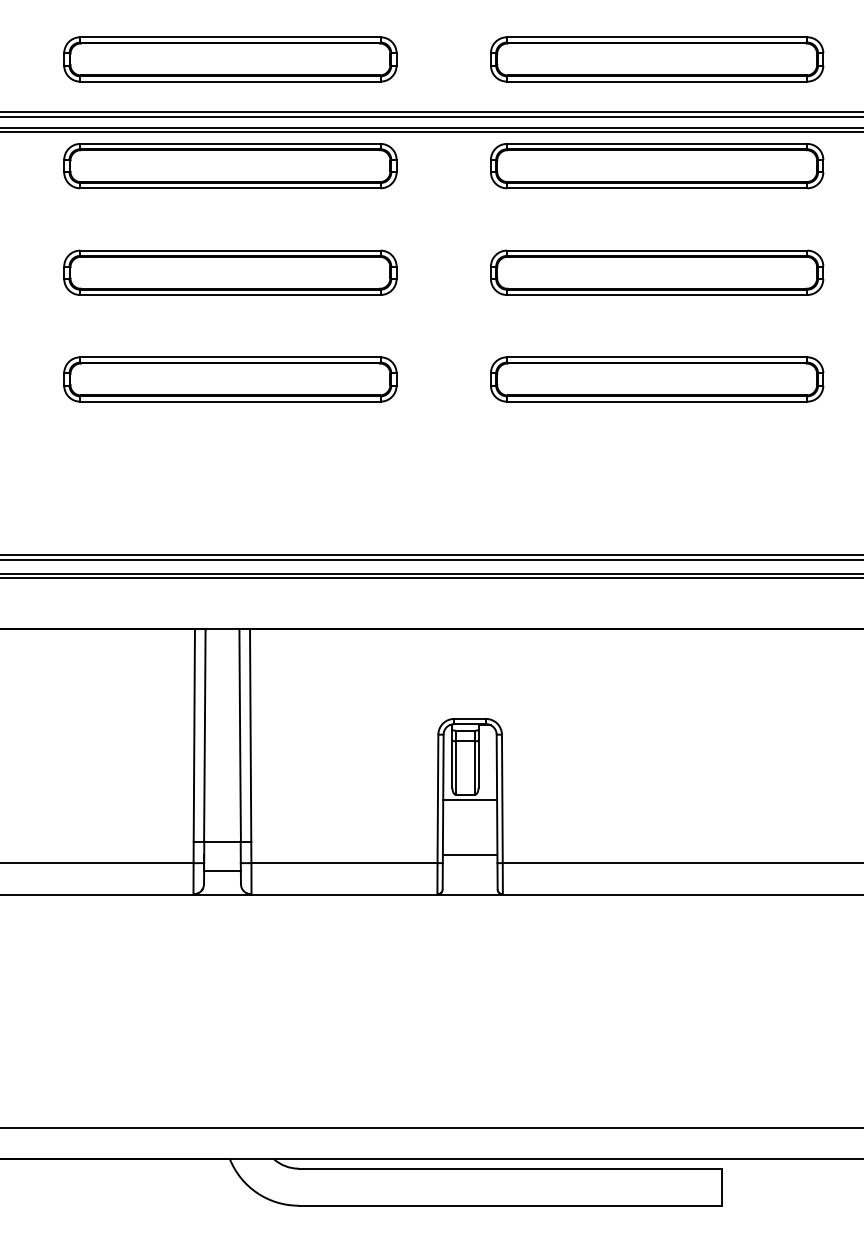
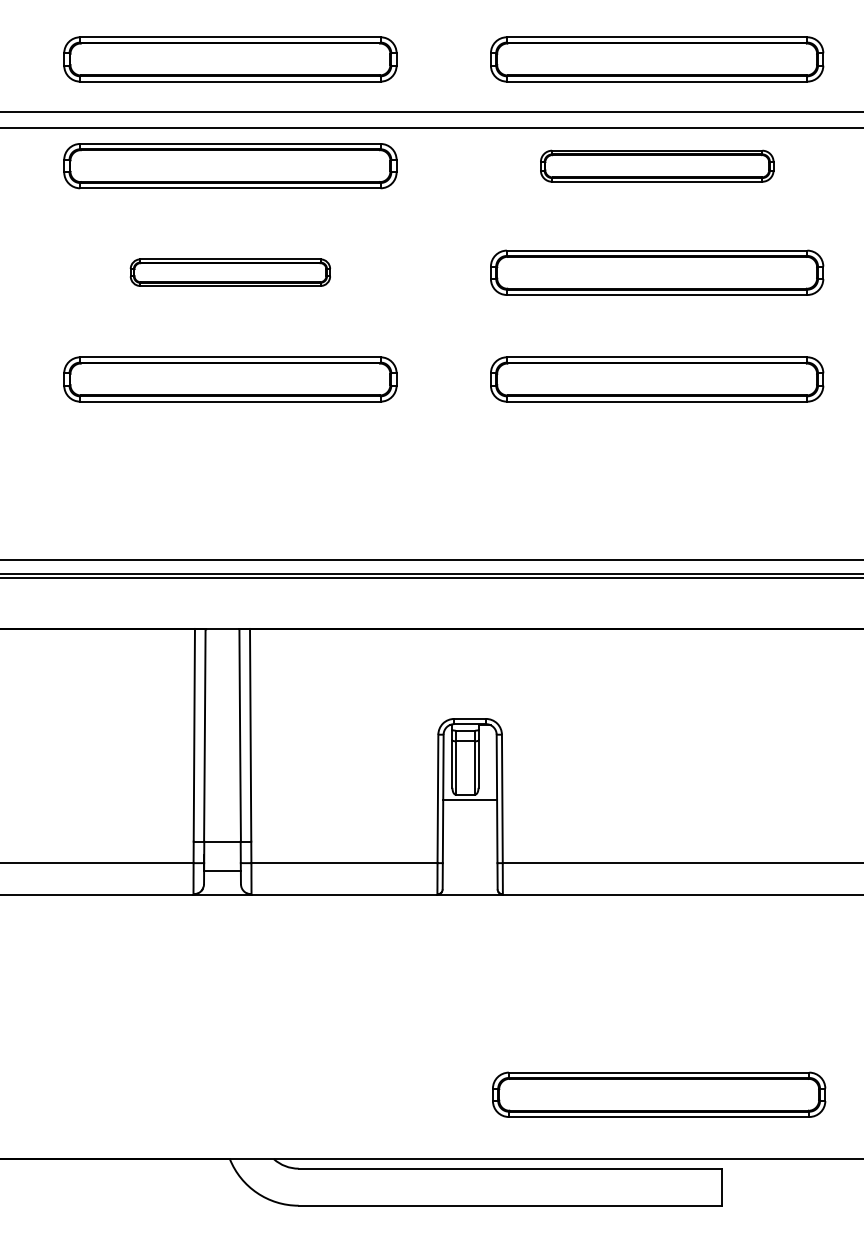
line at (431, 116): present -> none
line at (431, 132): present -> none
part at (657, 166) size: 335x47 px -> 235x34 px
part at (230, 272) size: 335x47 px -> 202x29 px
line at (431, 555): present -> none
line at (469, 855): present -> none
part at (659, 1094): none -> present
line at (431, 1127): present -> none
